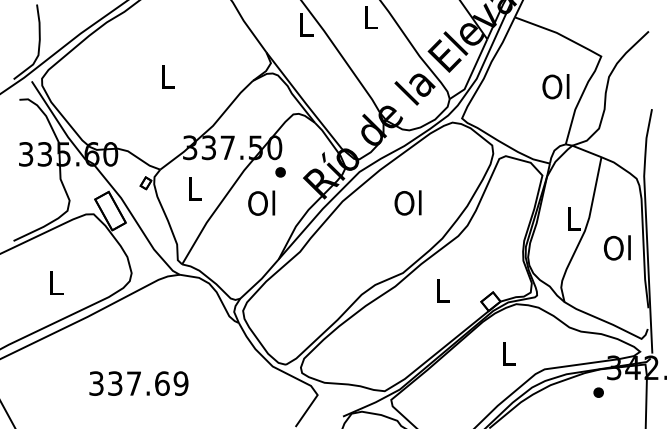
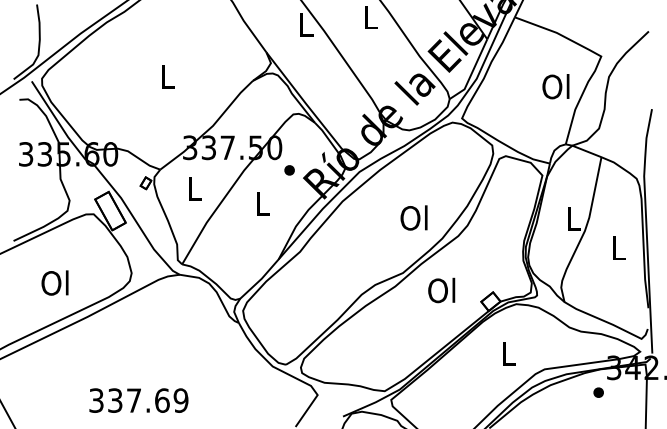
part at (280, 172) position: (280, 172) -> (289, 170)
text at (261, 202): Ol -> L
text at (407, 202) position: (407, 202) -> (413, 217)
text at (616, 247): Ol -> L
text at (54, 282): L -> Ol
text at (441, 290): L -> Ol
text at (138, 383) position: (138, 383) -> (138, 400)
